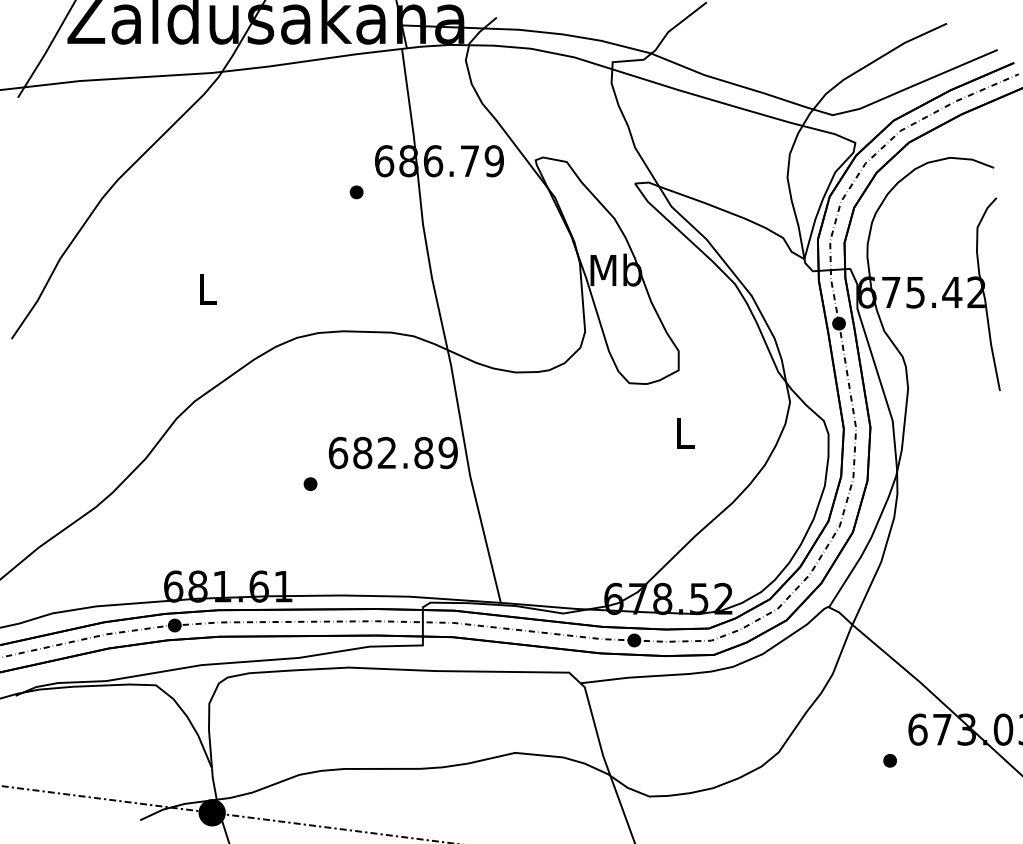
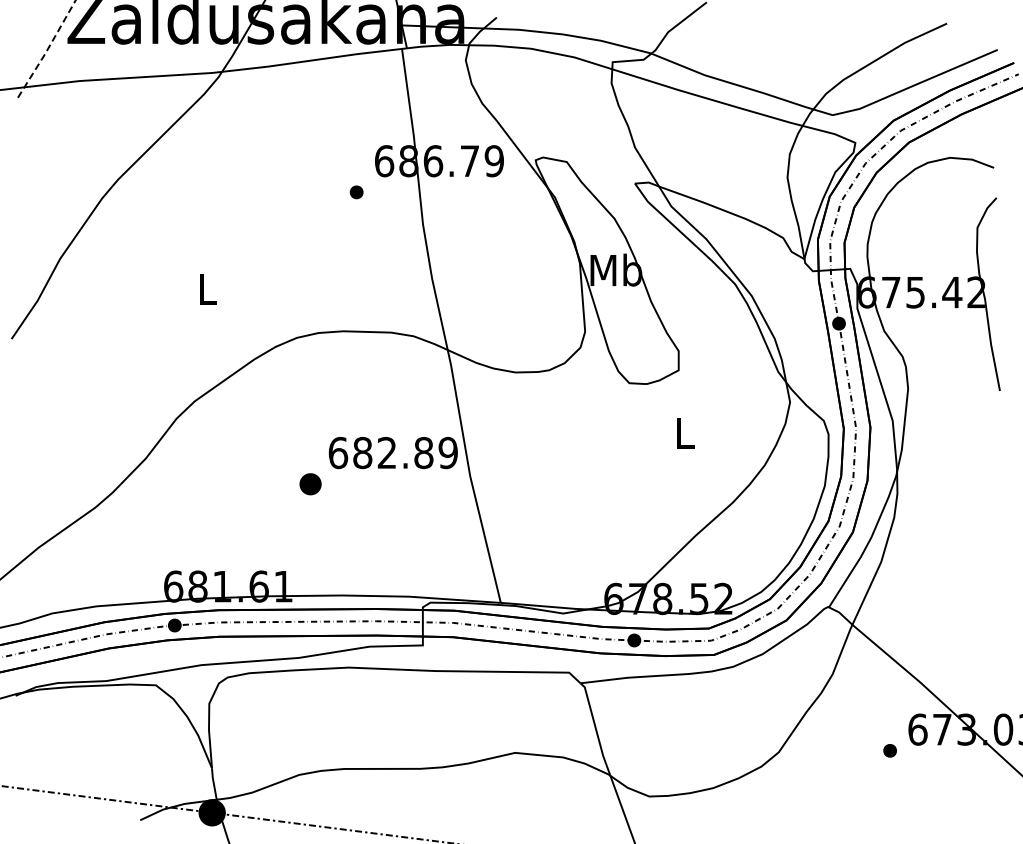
line at (47, 49): solid -> dashed
part at (310, 483) size: 15x14 px -> 23x23 px
part at (889, 760) position: (889, 760) -> (889, 750)
